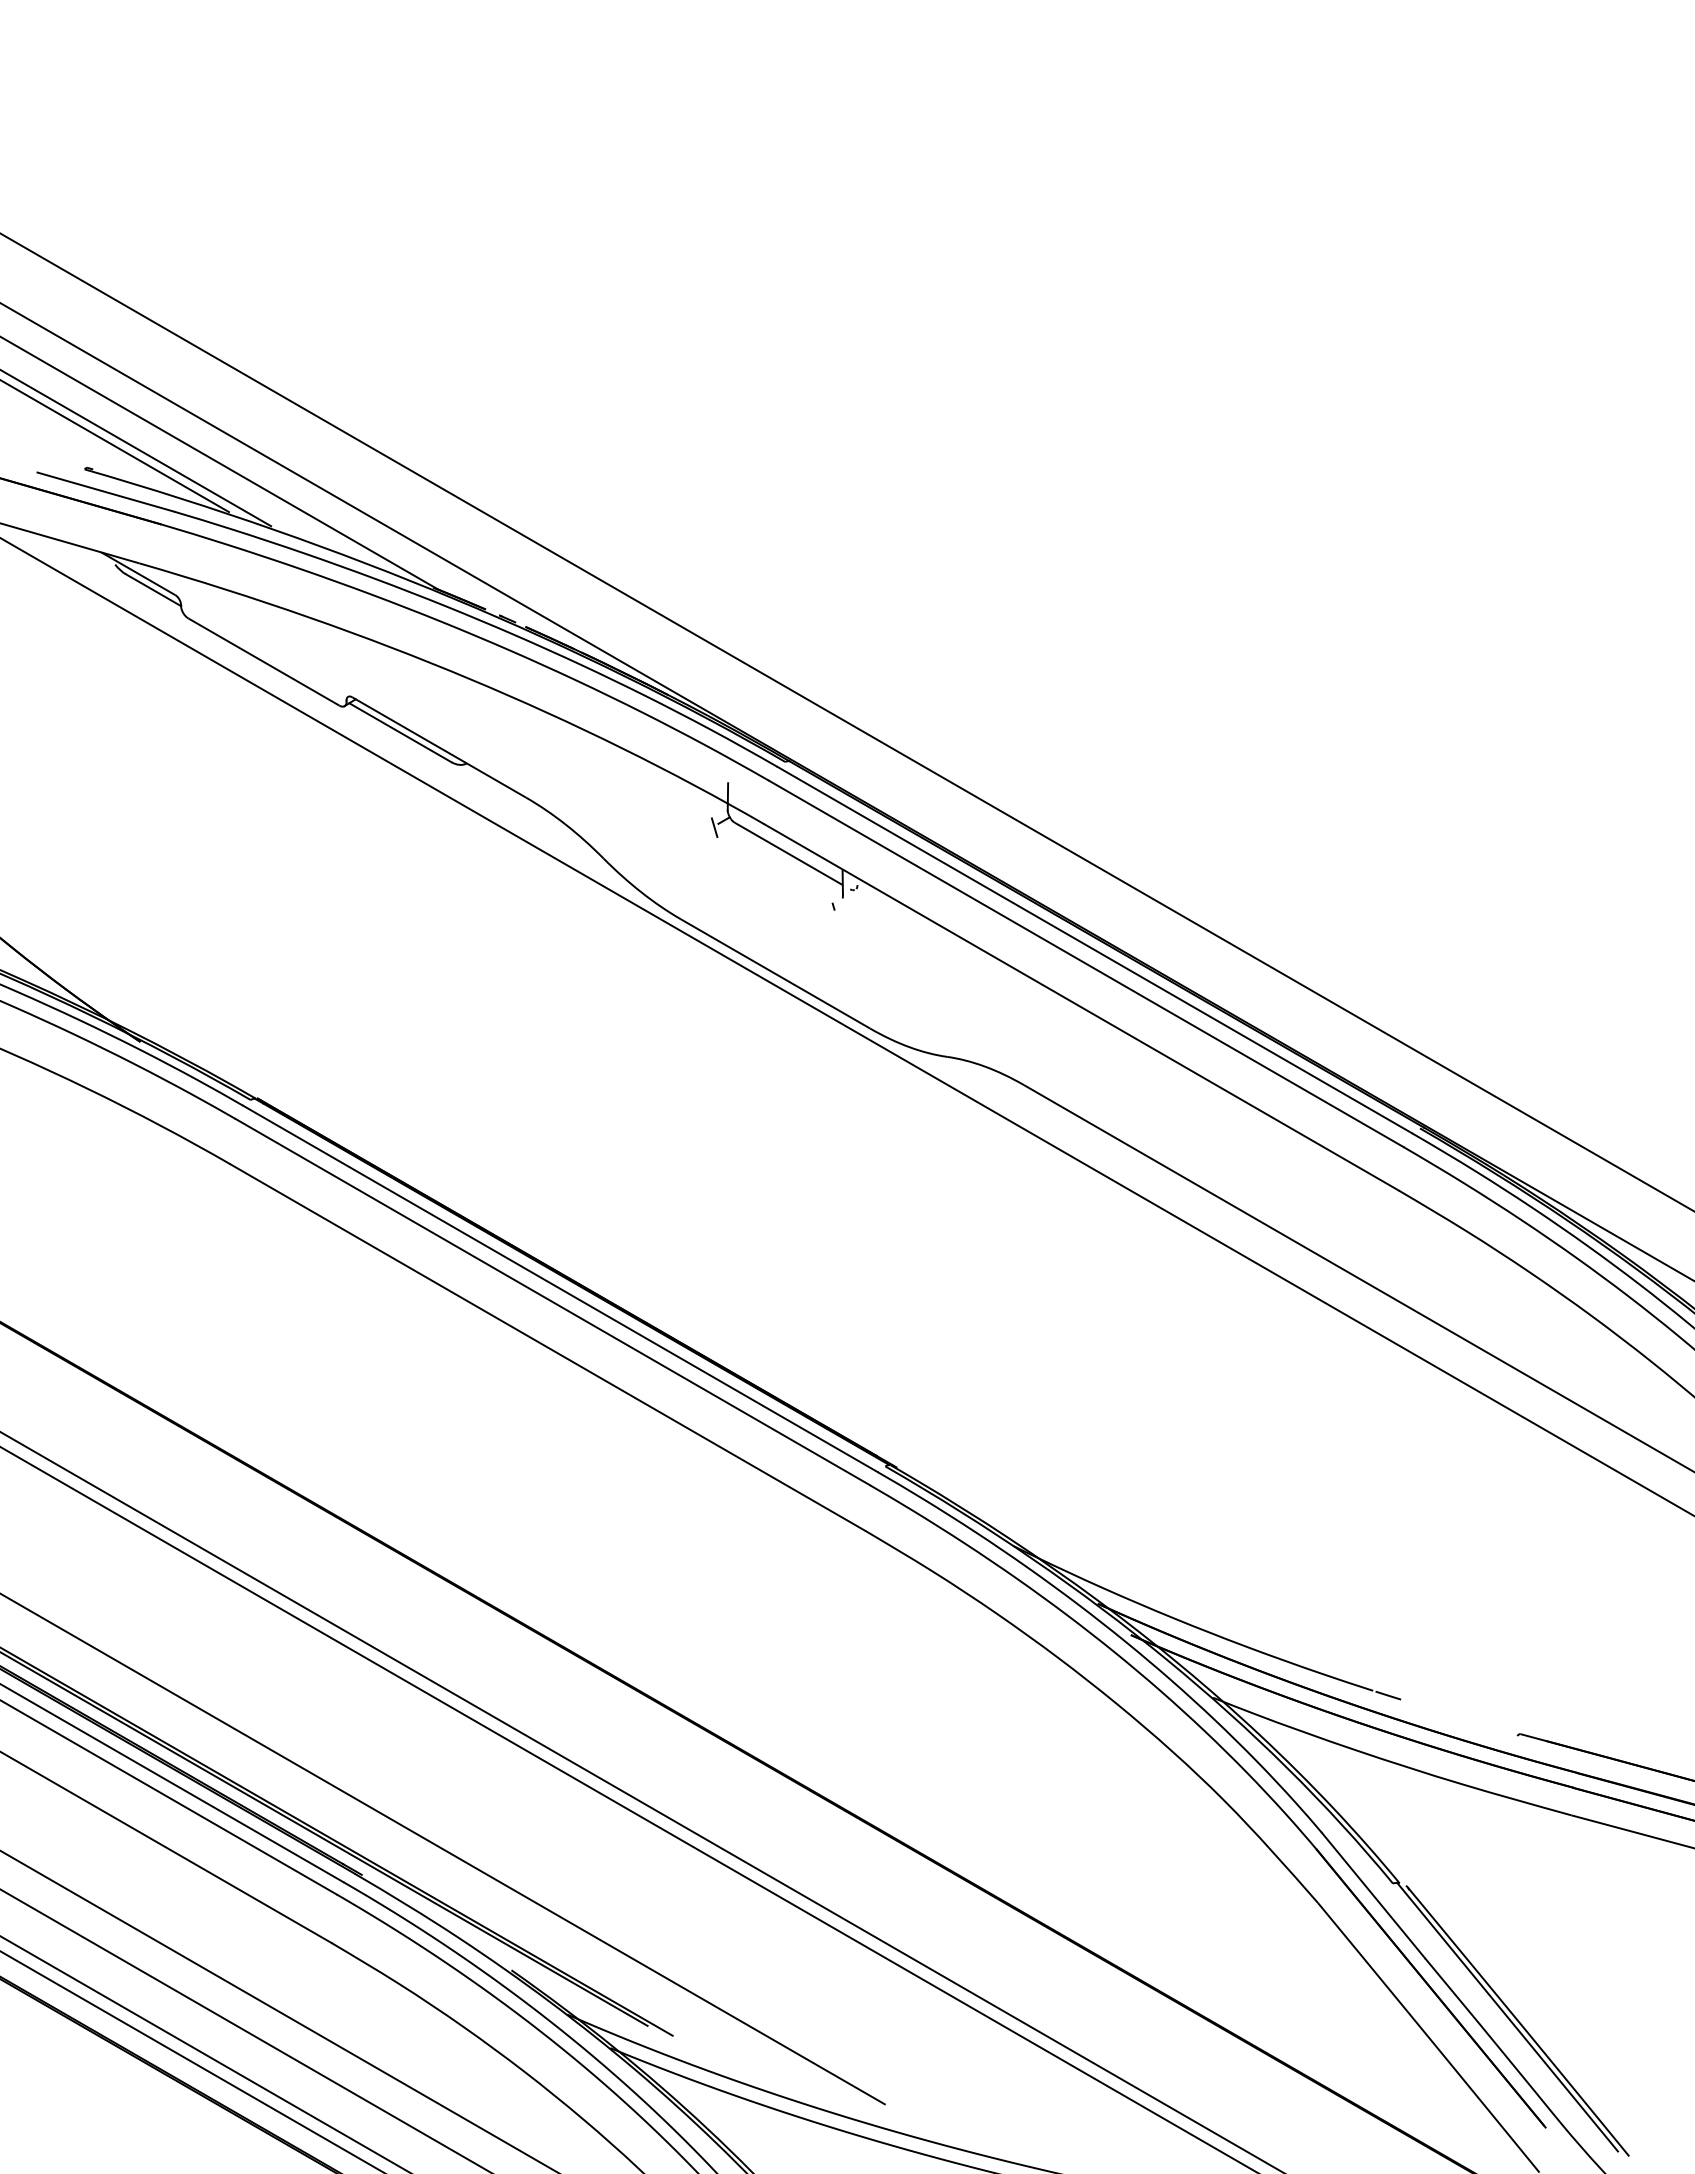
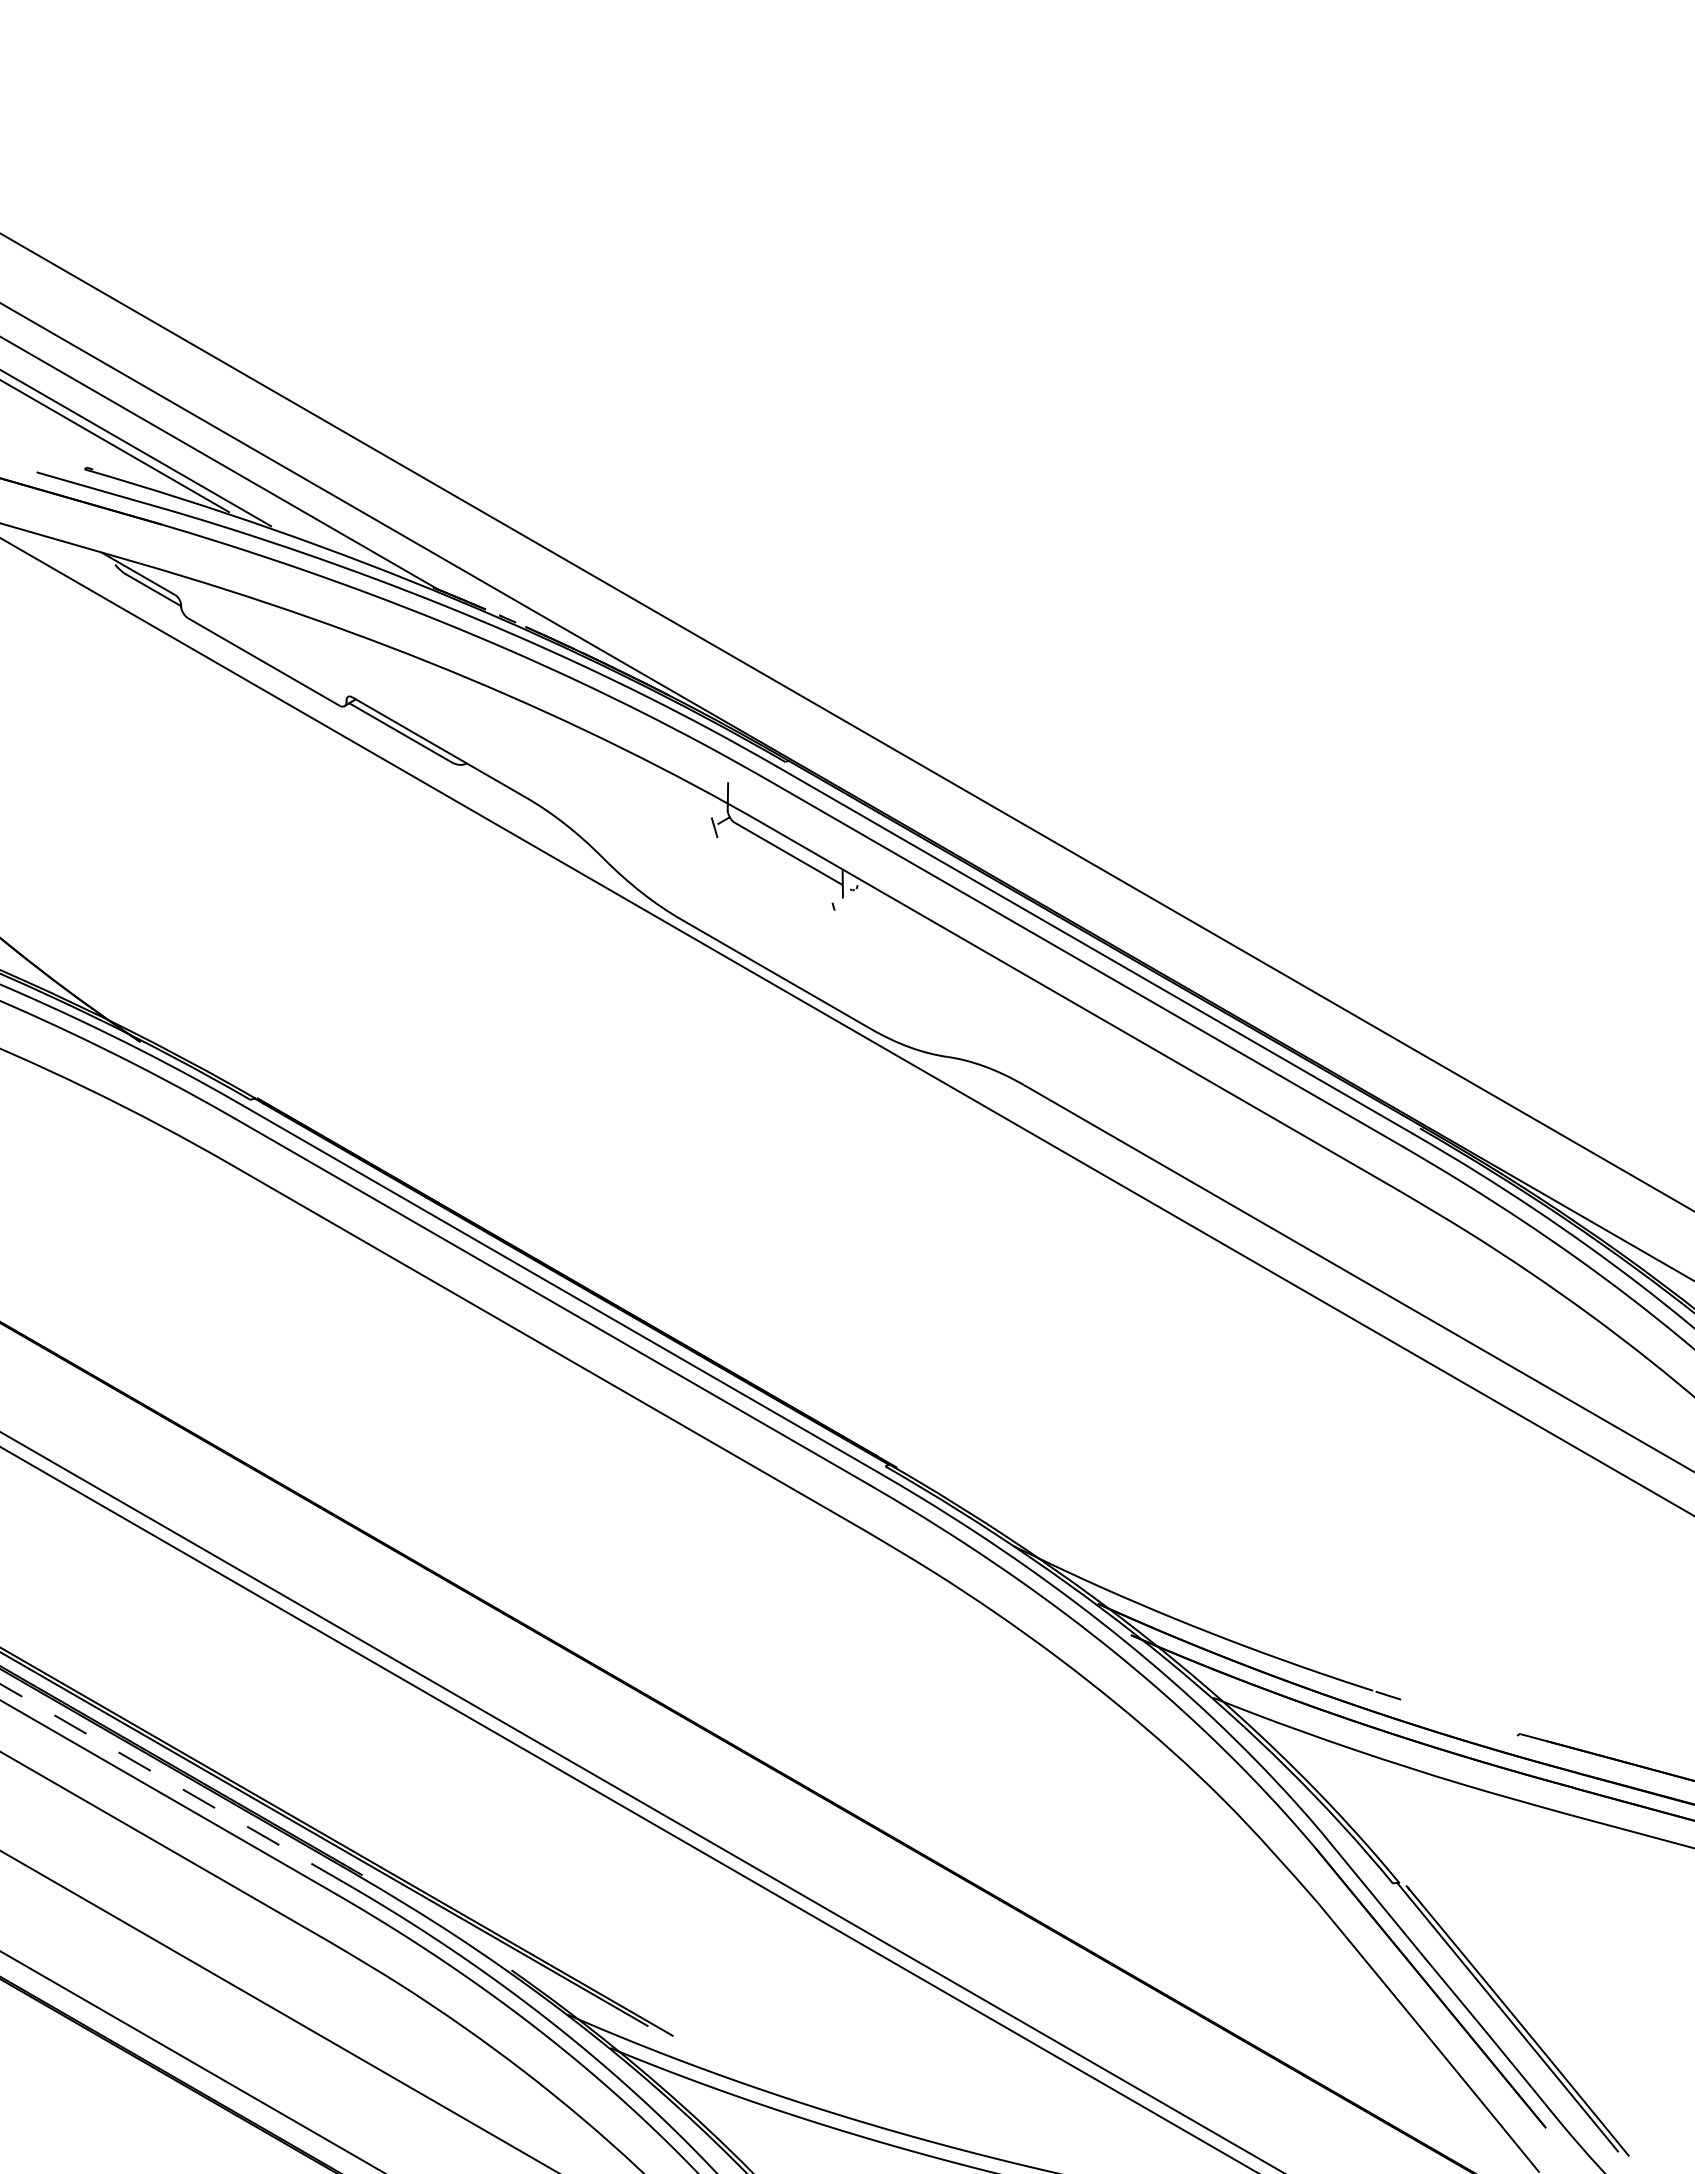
line at (172, 1783): solid -> dashed
line at (443, 1849): present -> none
line at (244, 2030): present -> none
line at (204, 2053): present -> none
